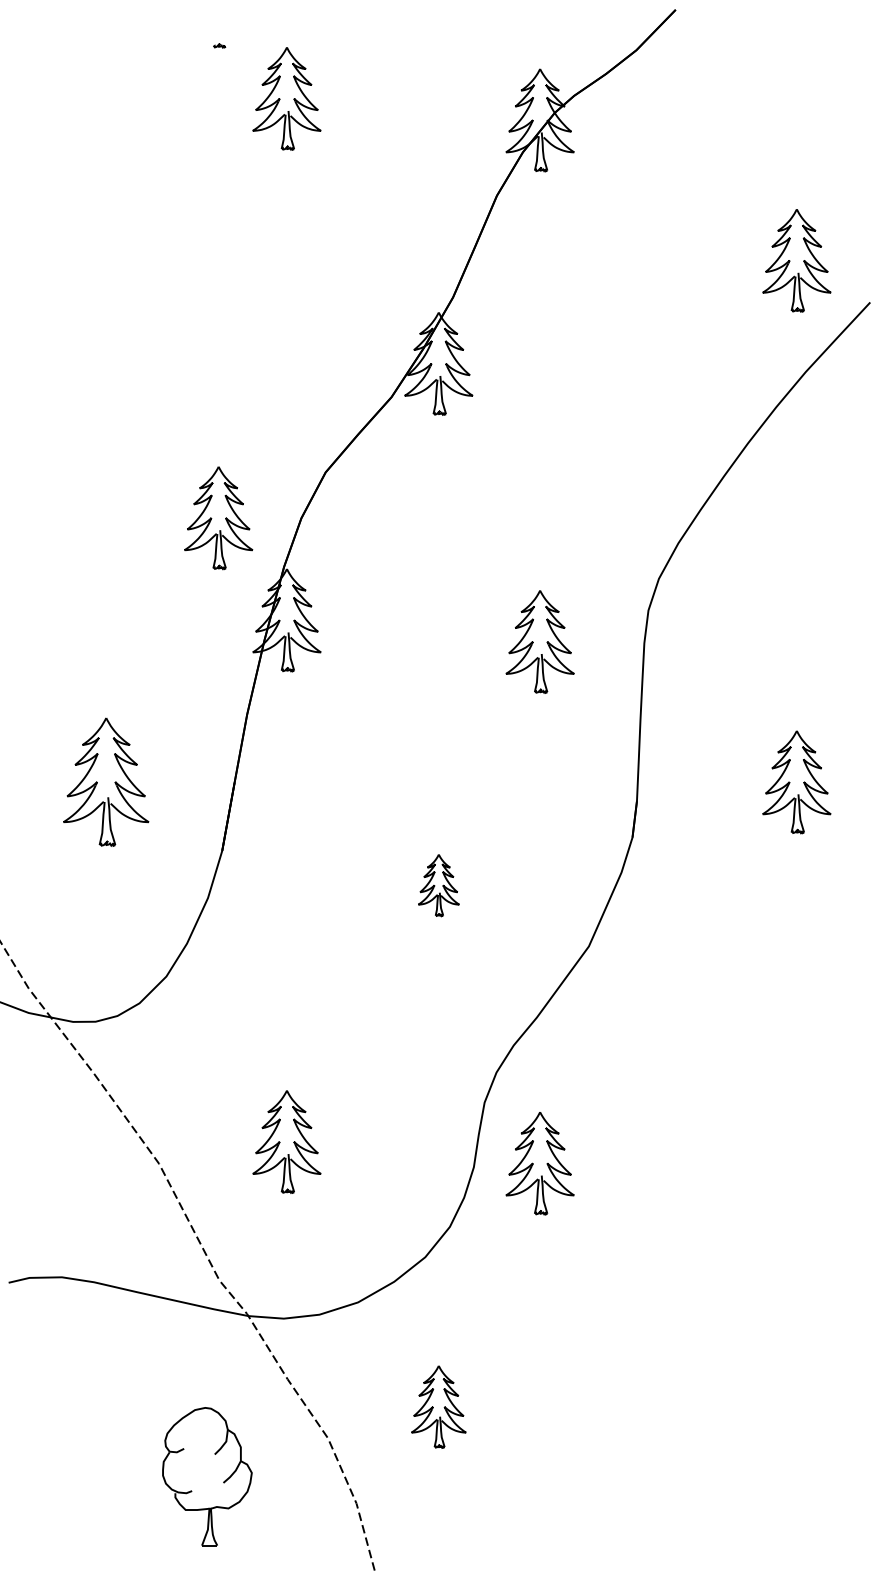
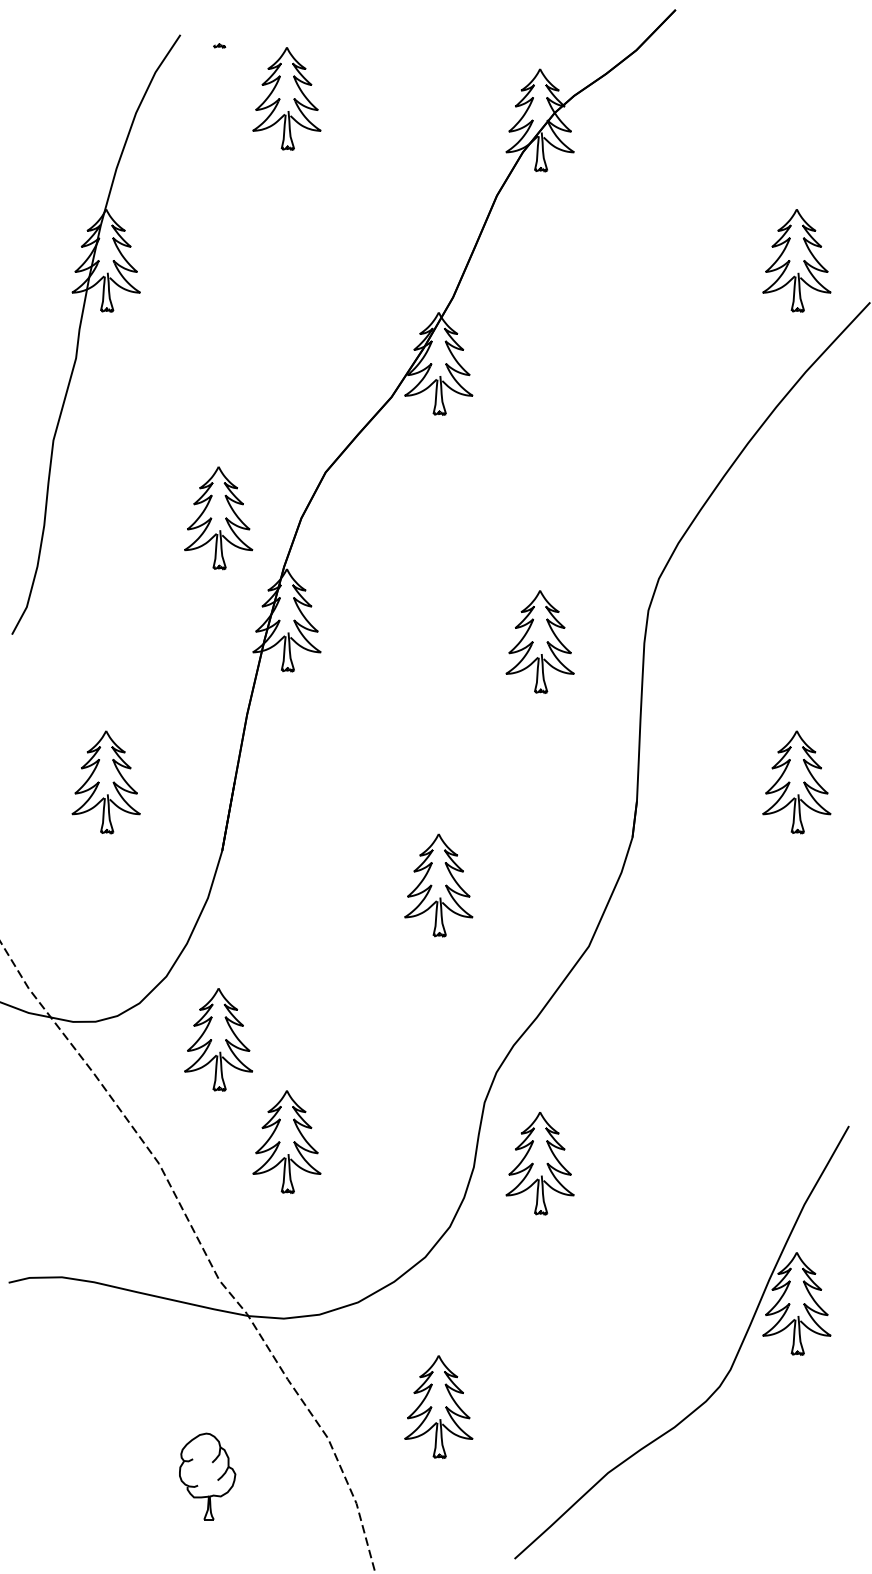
part at (80, 332): none -> present
part at (106, 781) size: 87x130 px -> 70x105 px
part at (438, 885) size: 42x64 px -> 70x105 px
part at (218, 1039): none -> present
part at (731, 1364): none -> present
part at (438, 1406) size: 56x84 px -> 70x104 px
part at (207, 1476) size: 91x140 px -> 58x89 px
